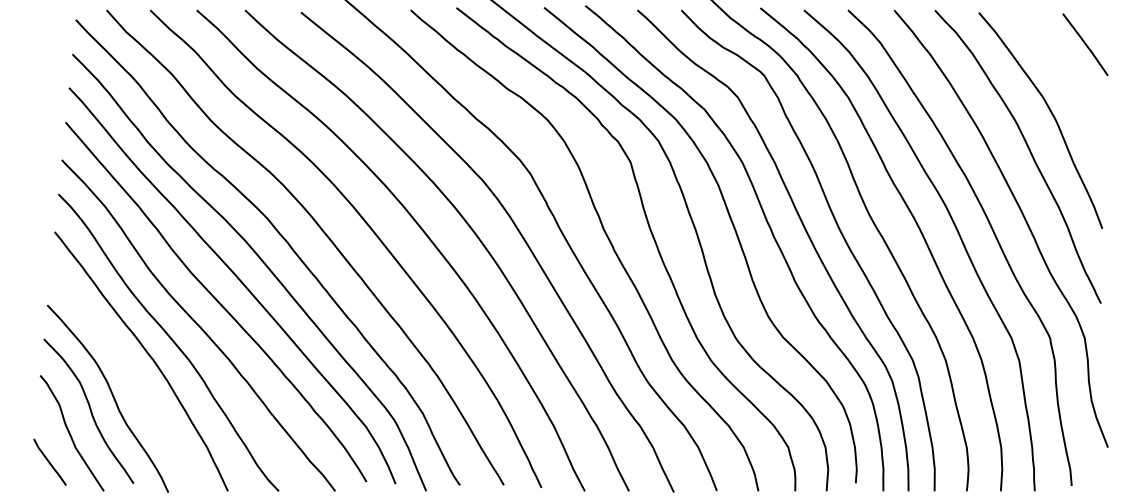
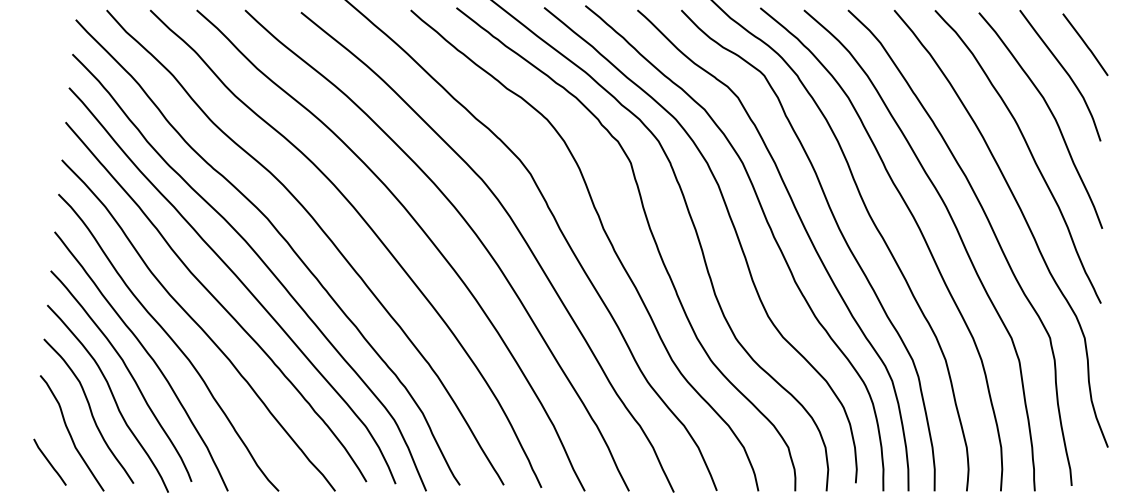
curve at (1064, 71): none -> present
curve at (128, 372): none -> present
